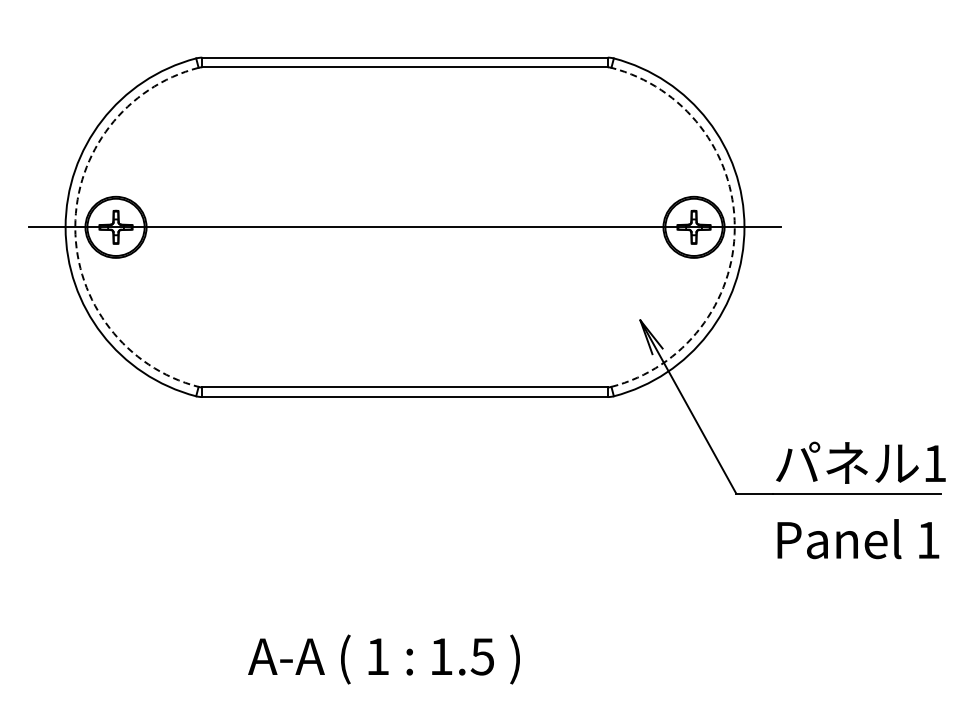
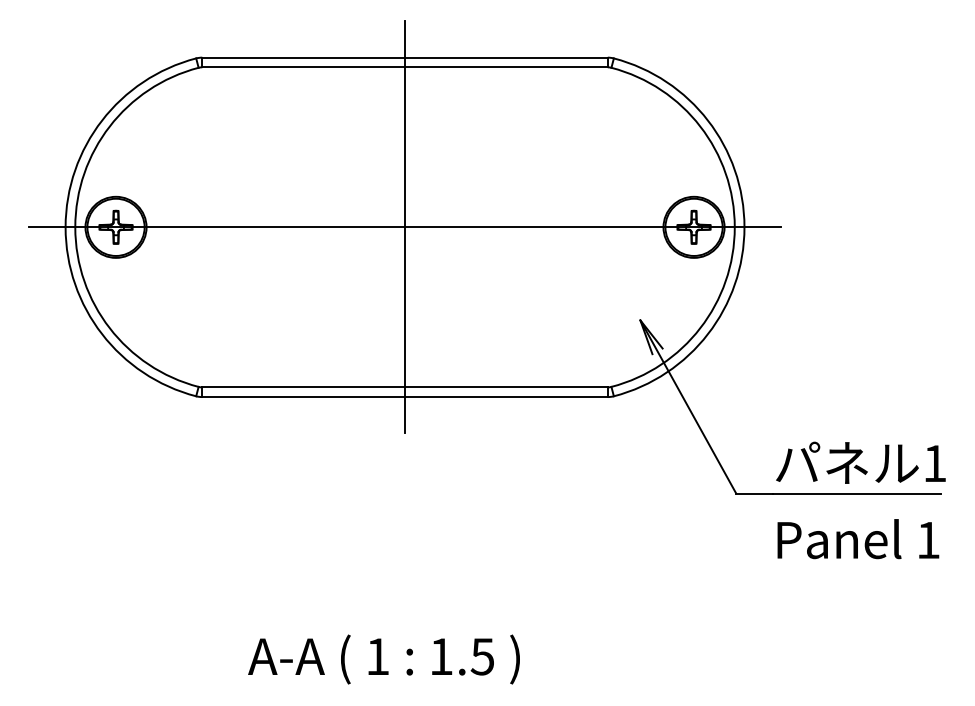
arc at (75, 227): dashed -> solid
line at (405, 227): none -> present
arc at (734, 227): dashed -> solid
